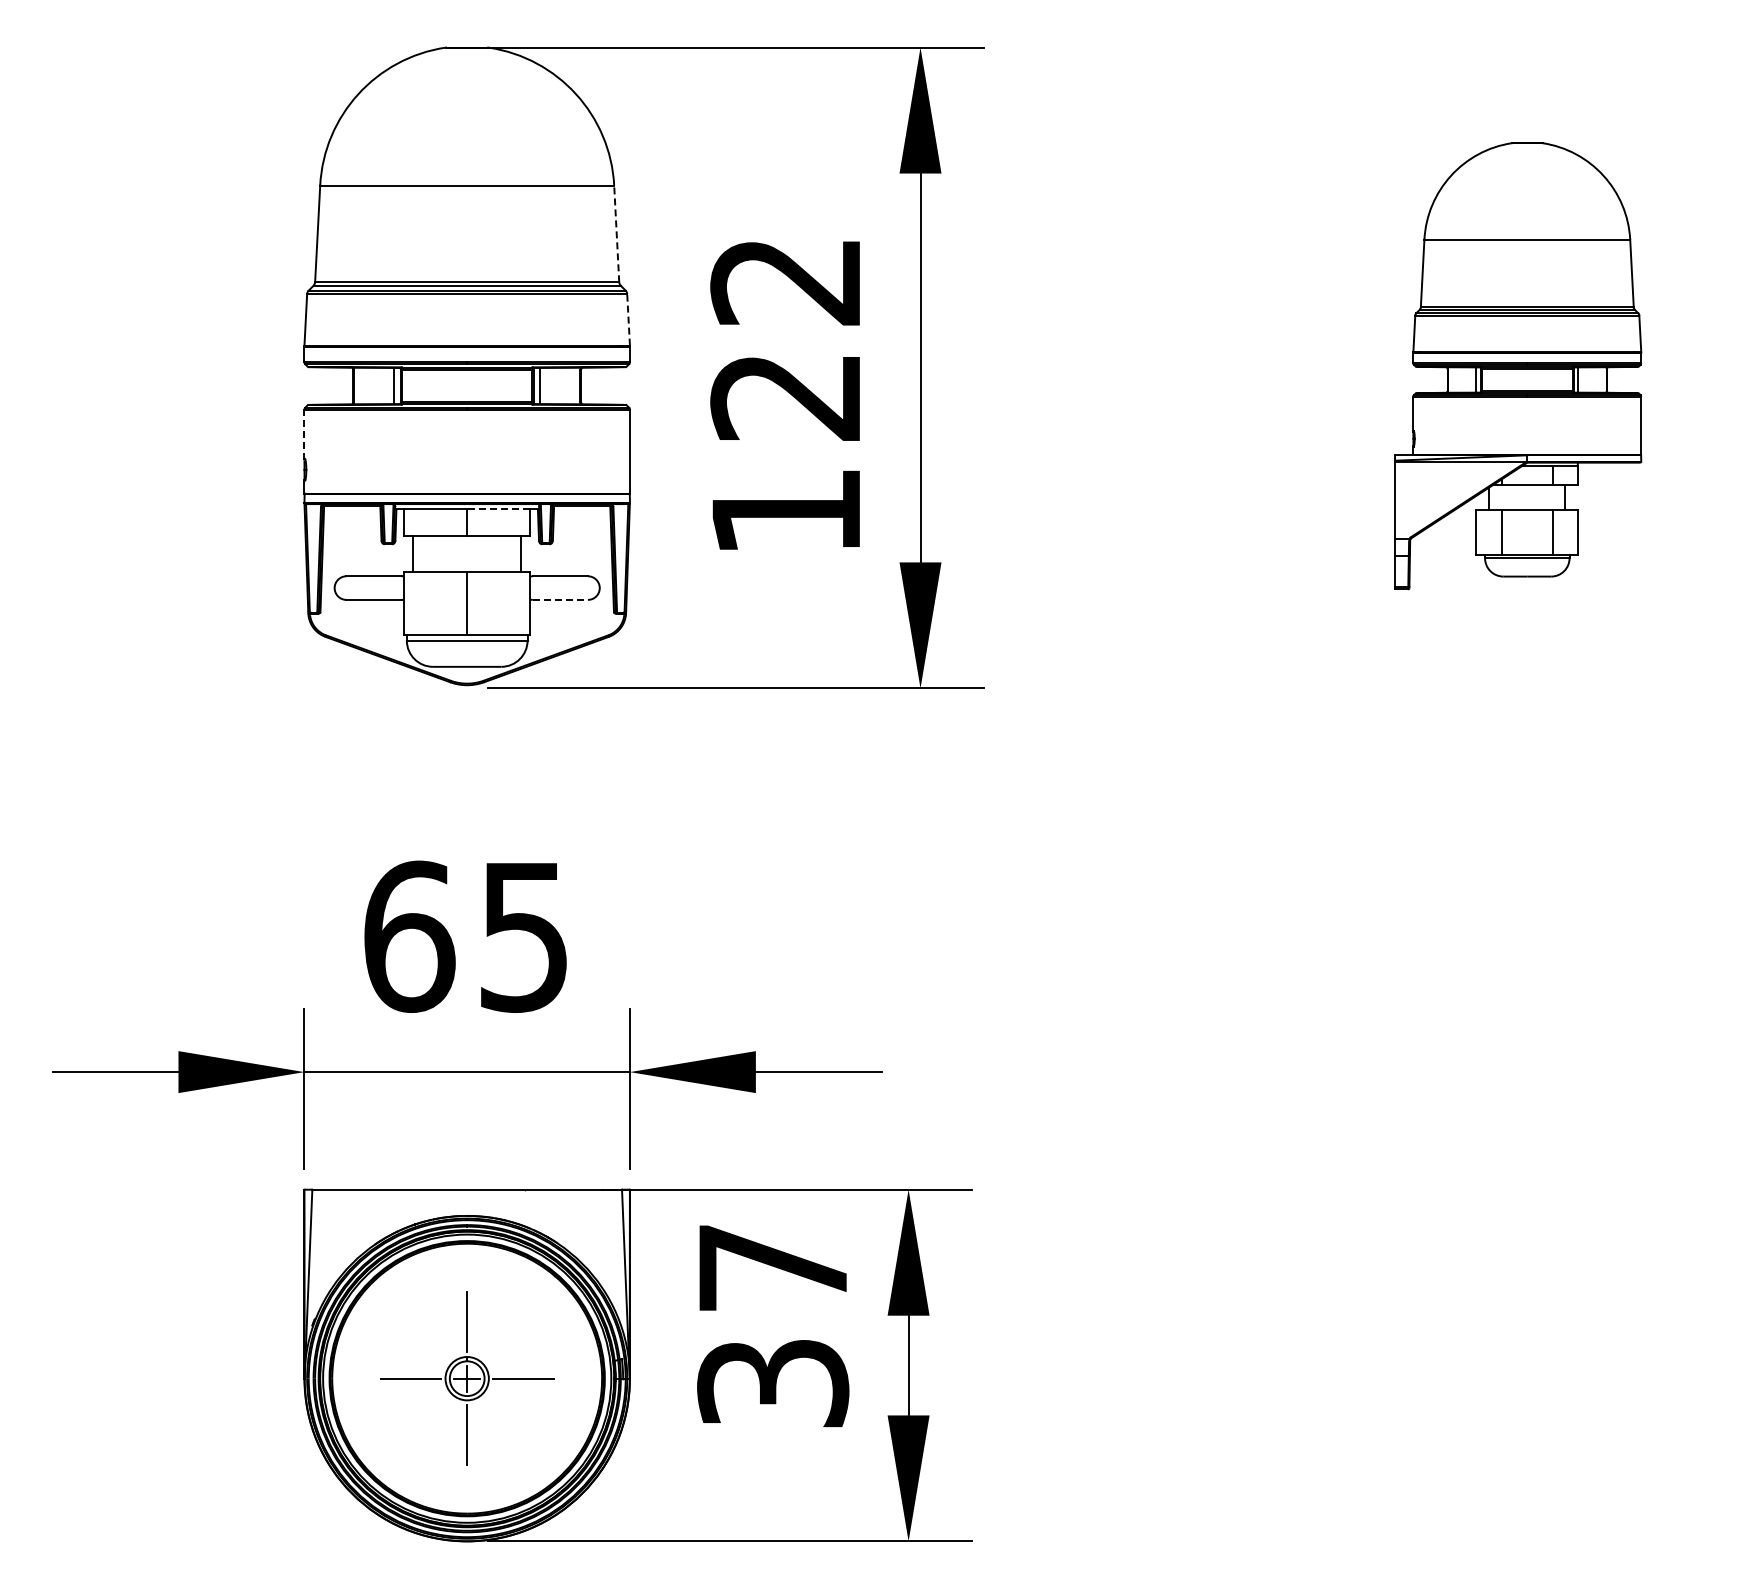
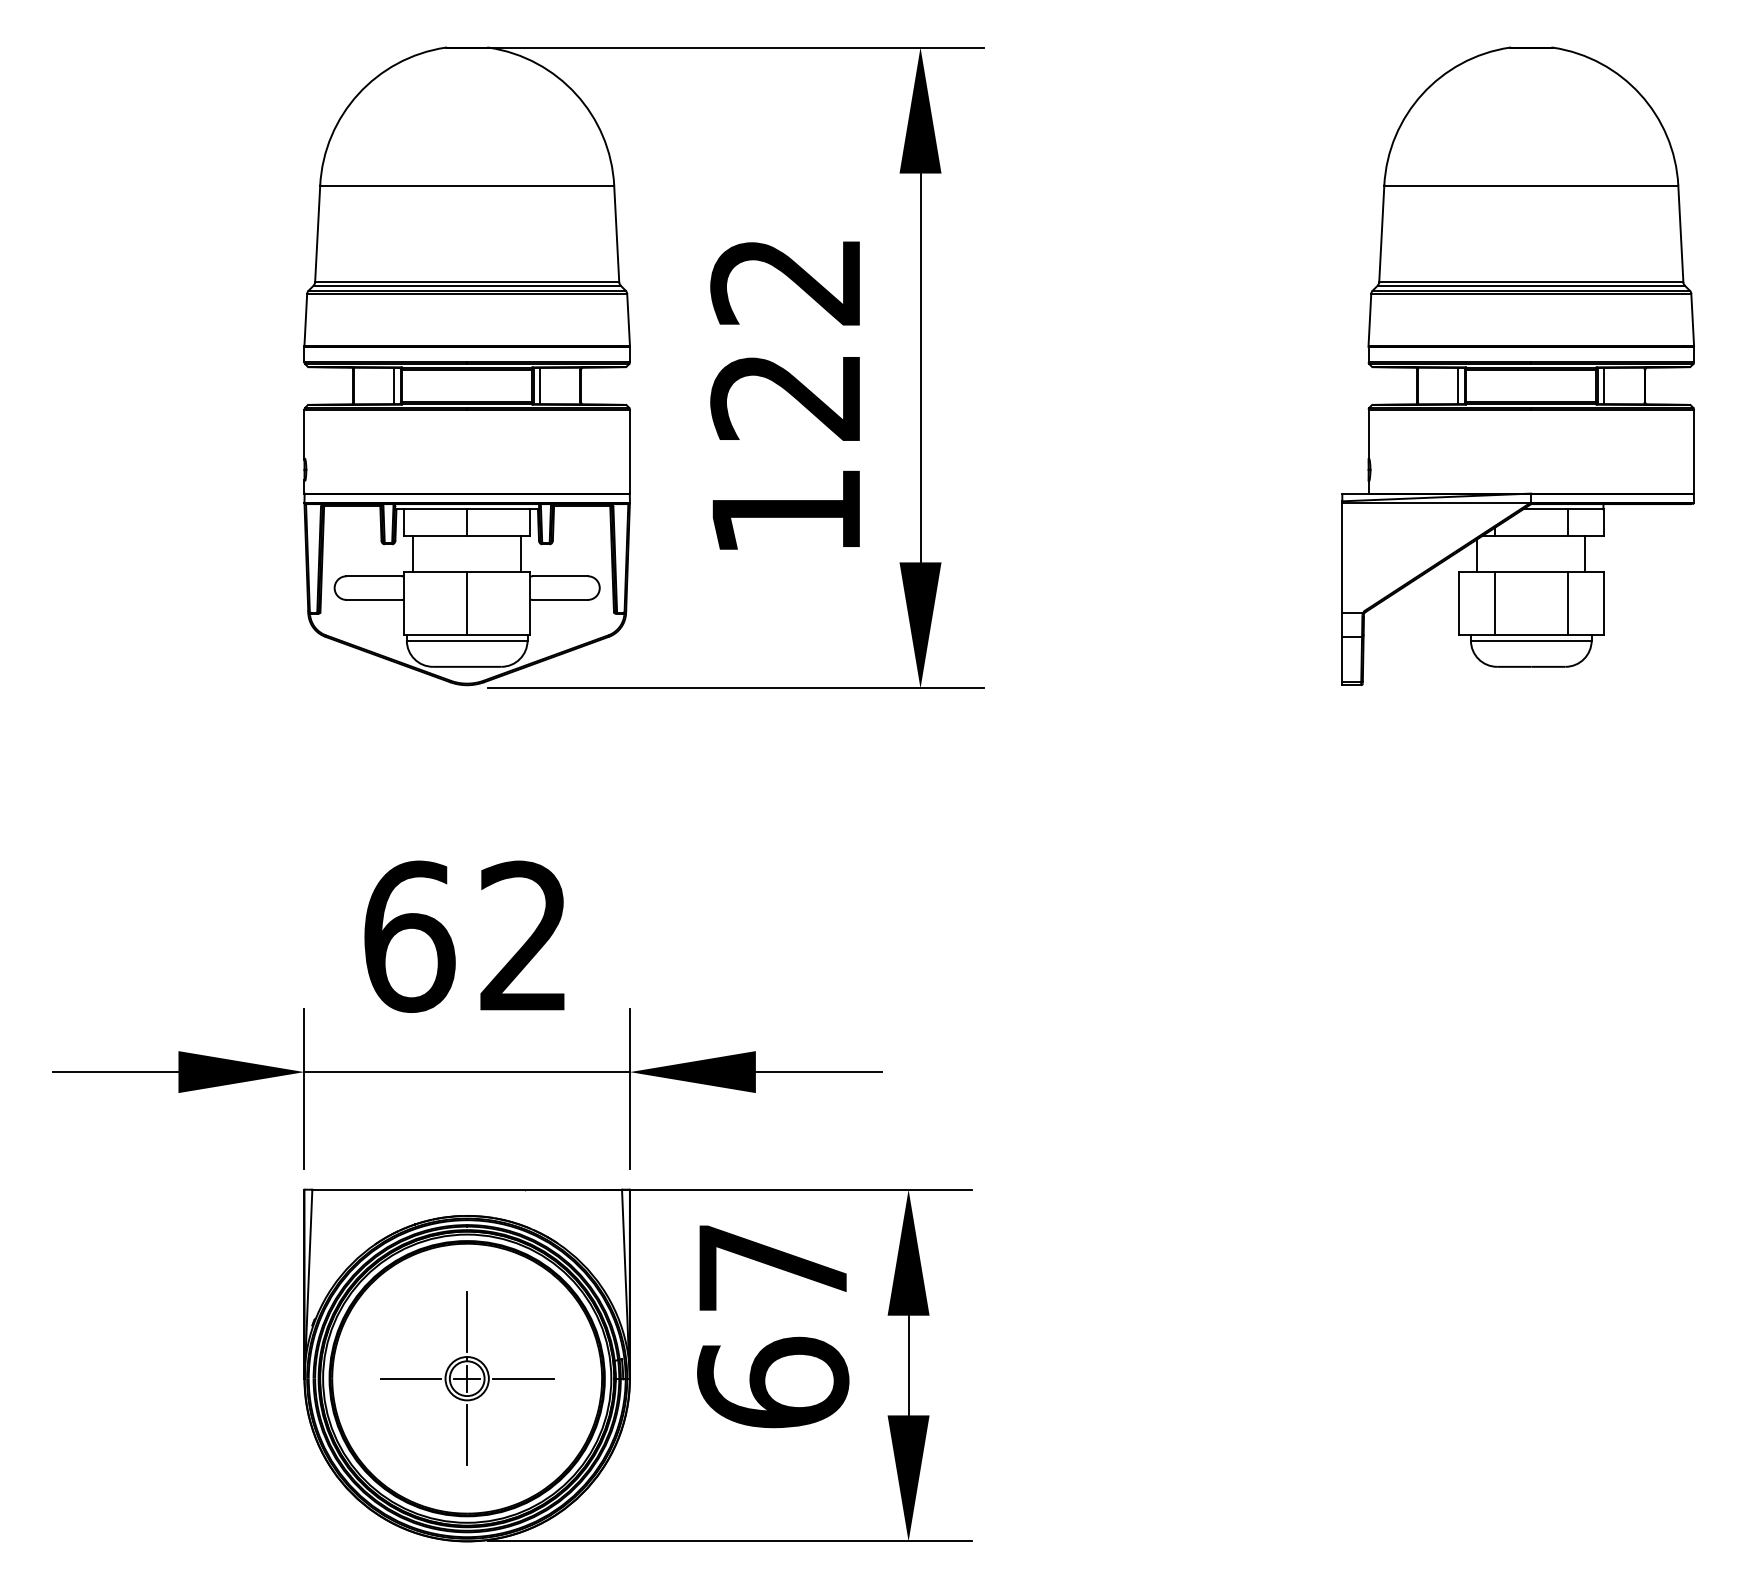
line at (616, 233): dashed -> solid
line at (628, 319): dashed -> solid
part at (1518, 366) size: 249x449 px -> 354x640 px
line at (304, 434): dashed -> solid
line at (499, 509): dashed -> solid
line at (560, 599): dashed -> solid
text at (523, 936): 65 -> 62
text at (773, 1382): 37 -> 67
